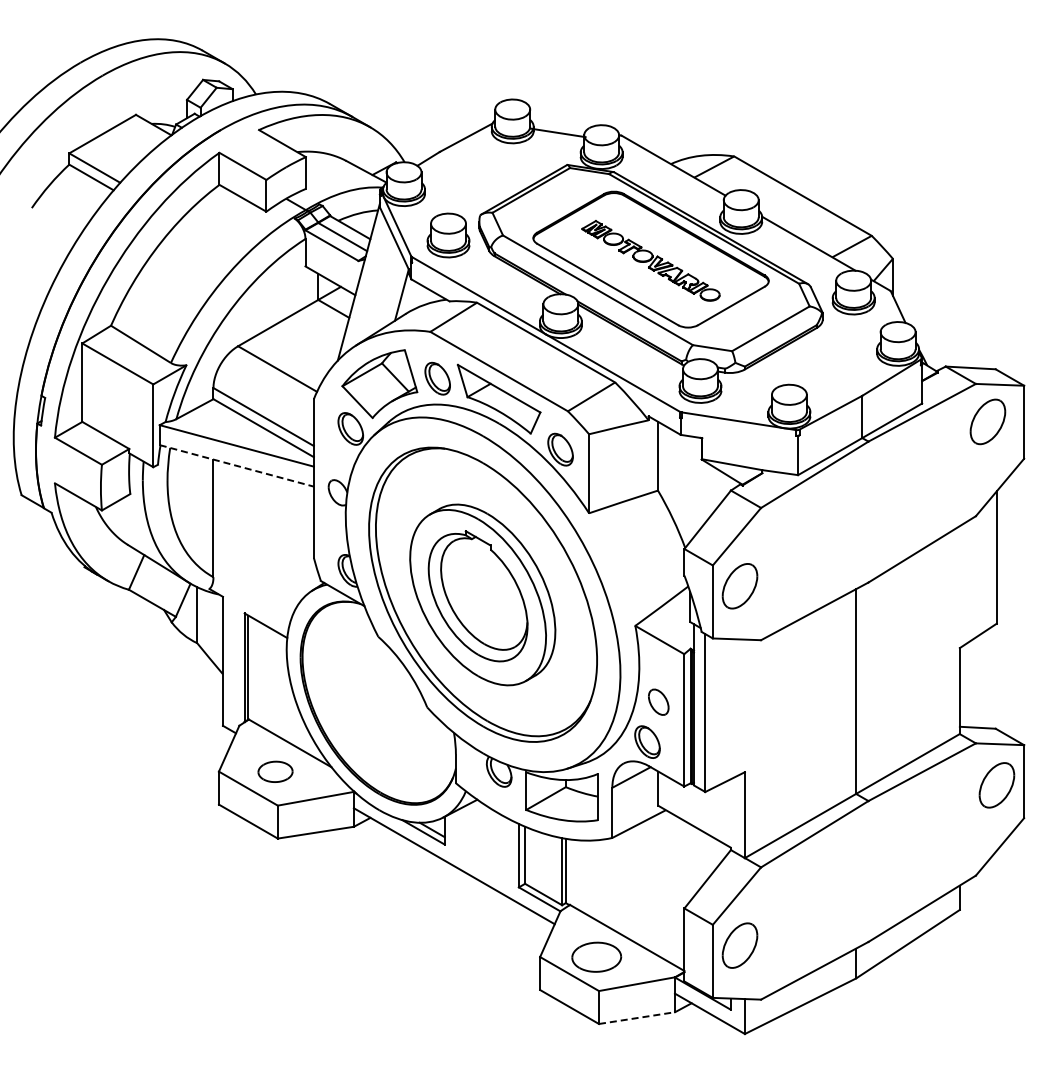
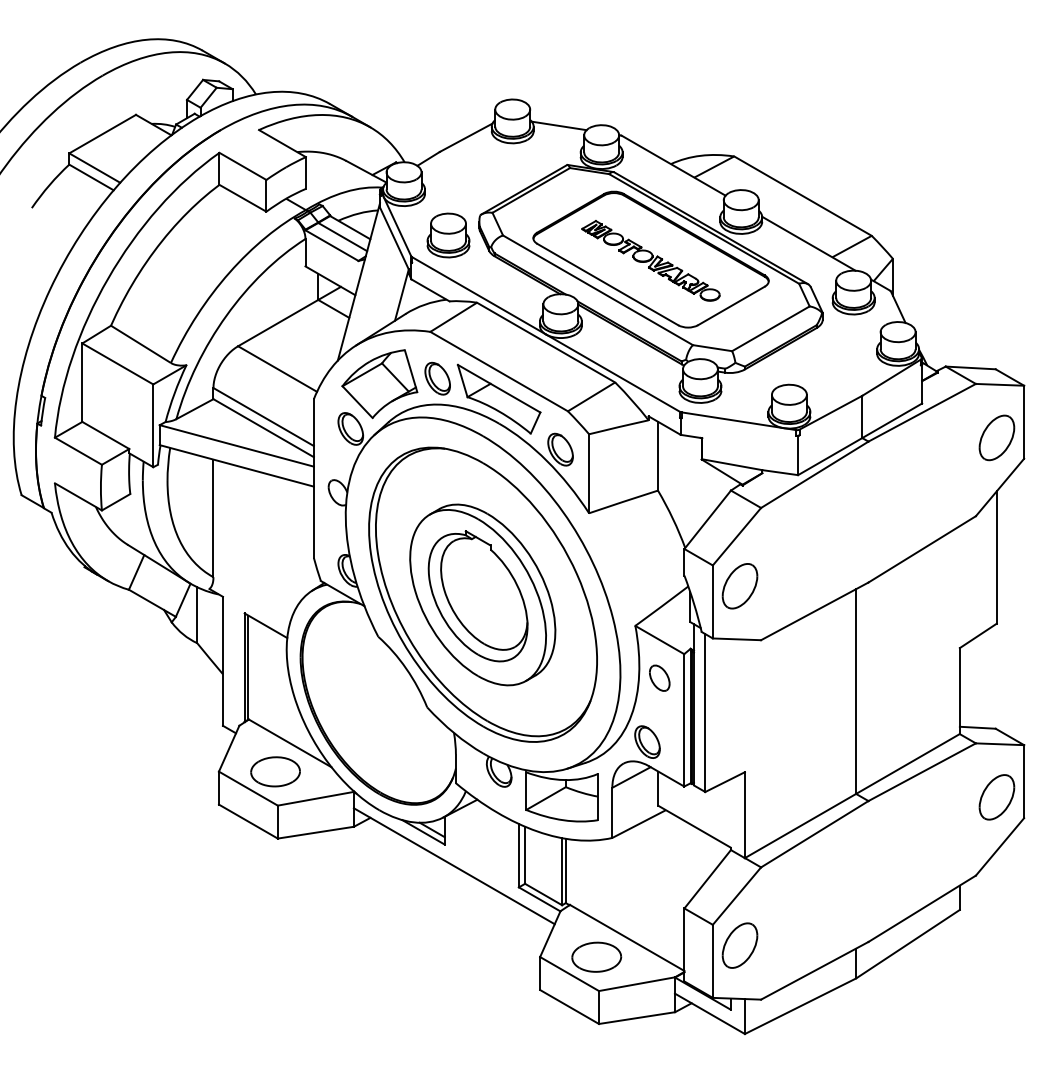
line at (557, 132) position: (557, 132) -> (558, 125)
part at (987, 421) position: (987, 421) -> (996, 437)
line at (236, 465): dashed -> solid
part at (658, 701) position: (658, 701) -> (659, 677)
part at (275, 771) size: 37x23 px -> 51x32 px
part at (996, 785) position: (996, 785) -> (996, 797)
line at (637, 1018): dashed -> solid
